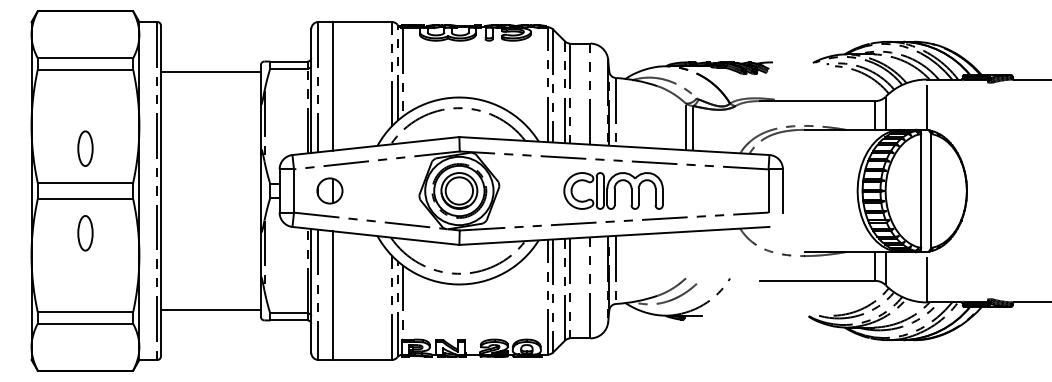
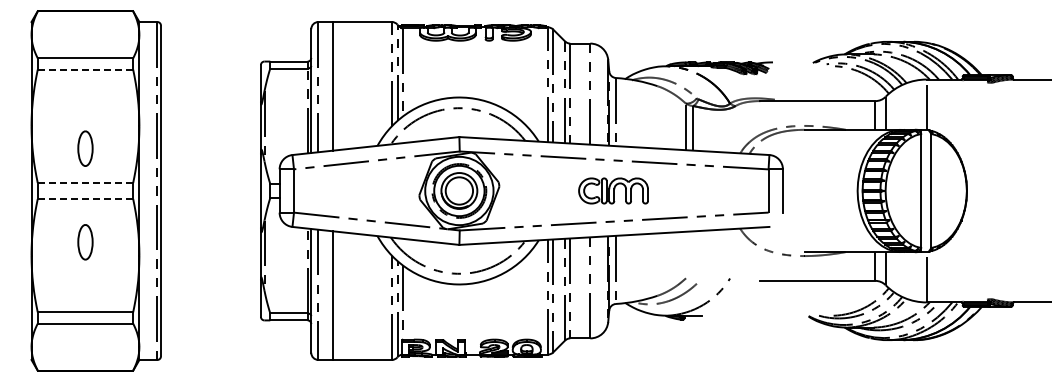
line at (85, 69): solid -> dashed
line at (210, 71): present -> none
line at (85, 182): solid -> dashed
part at (329, 190): present -> none
part at (613, 190) size: 101x38 px -> 71x28 px
line at (85, 199): solid -> dashed
part at (85, 233) position: (85, 233) -> (85, 242)
line at (210, 310): present -> none
